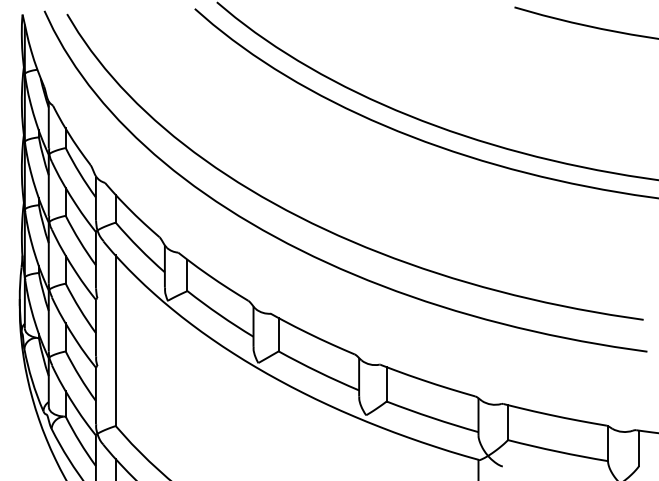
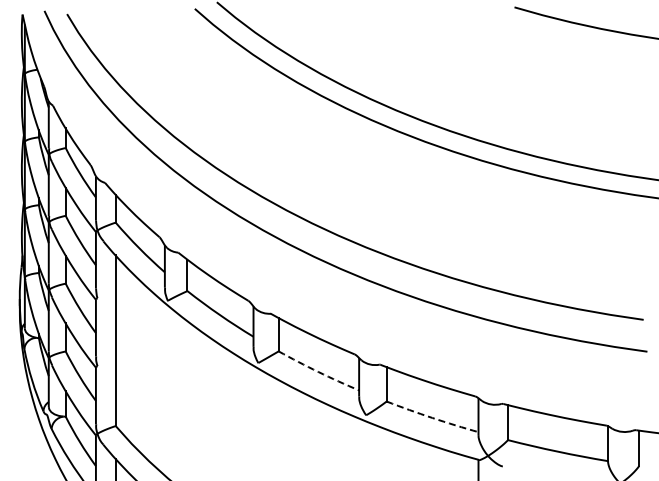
arc at (318, 371): solid -> dashed
arc at (432, 417): solid -> dashed
